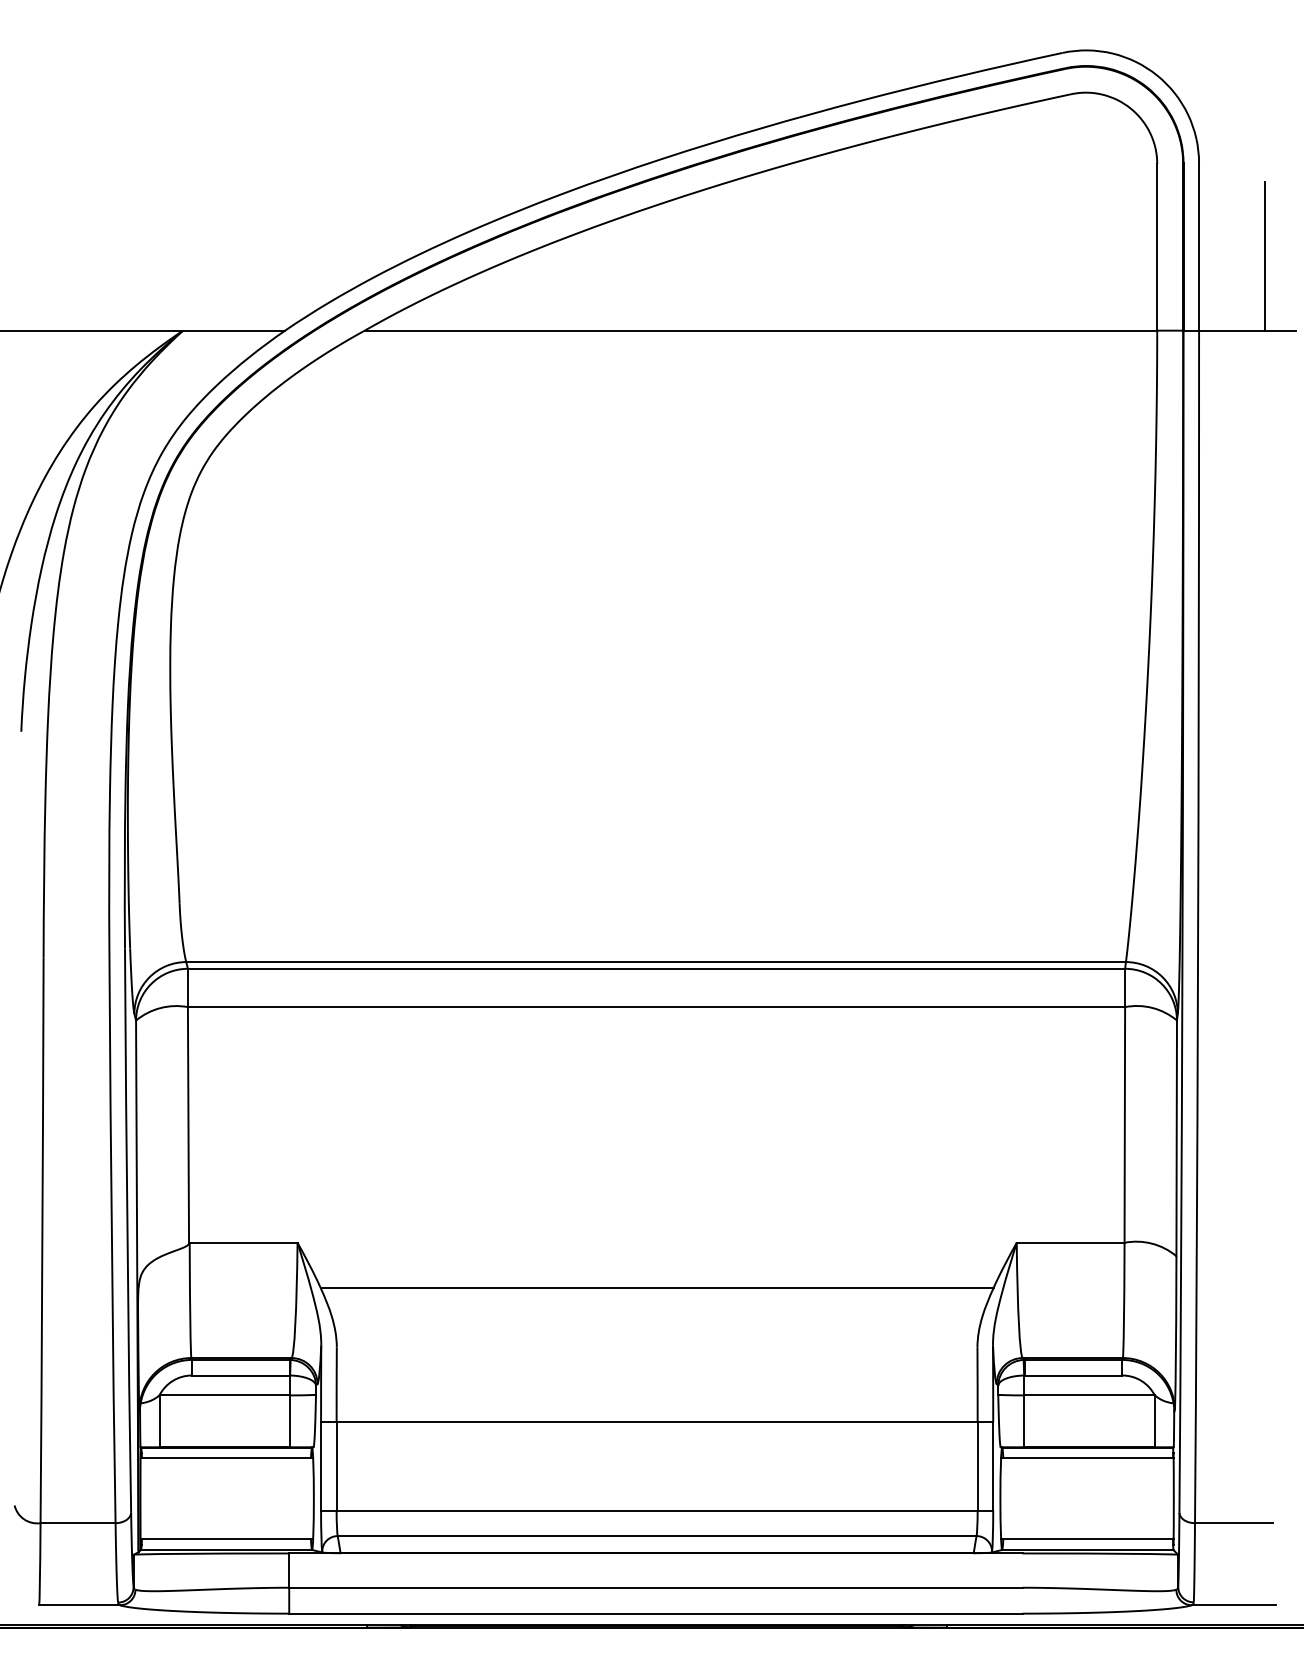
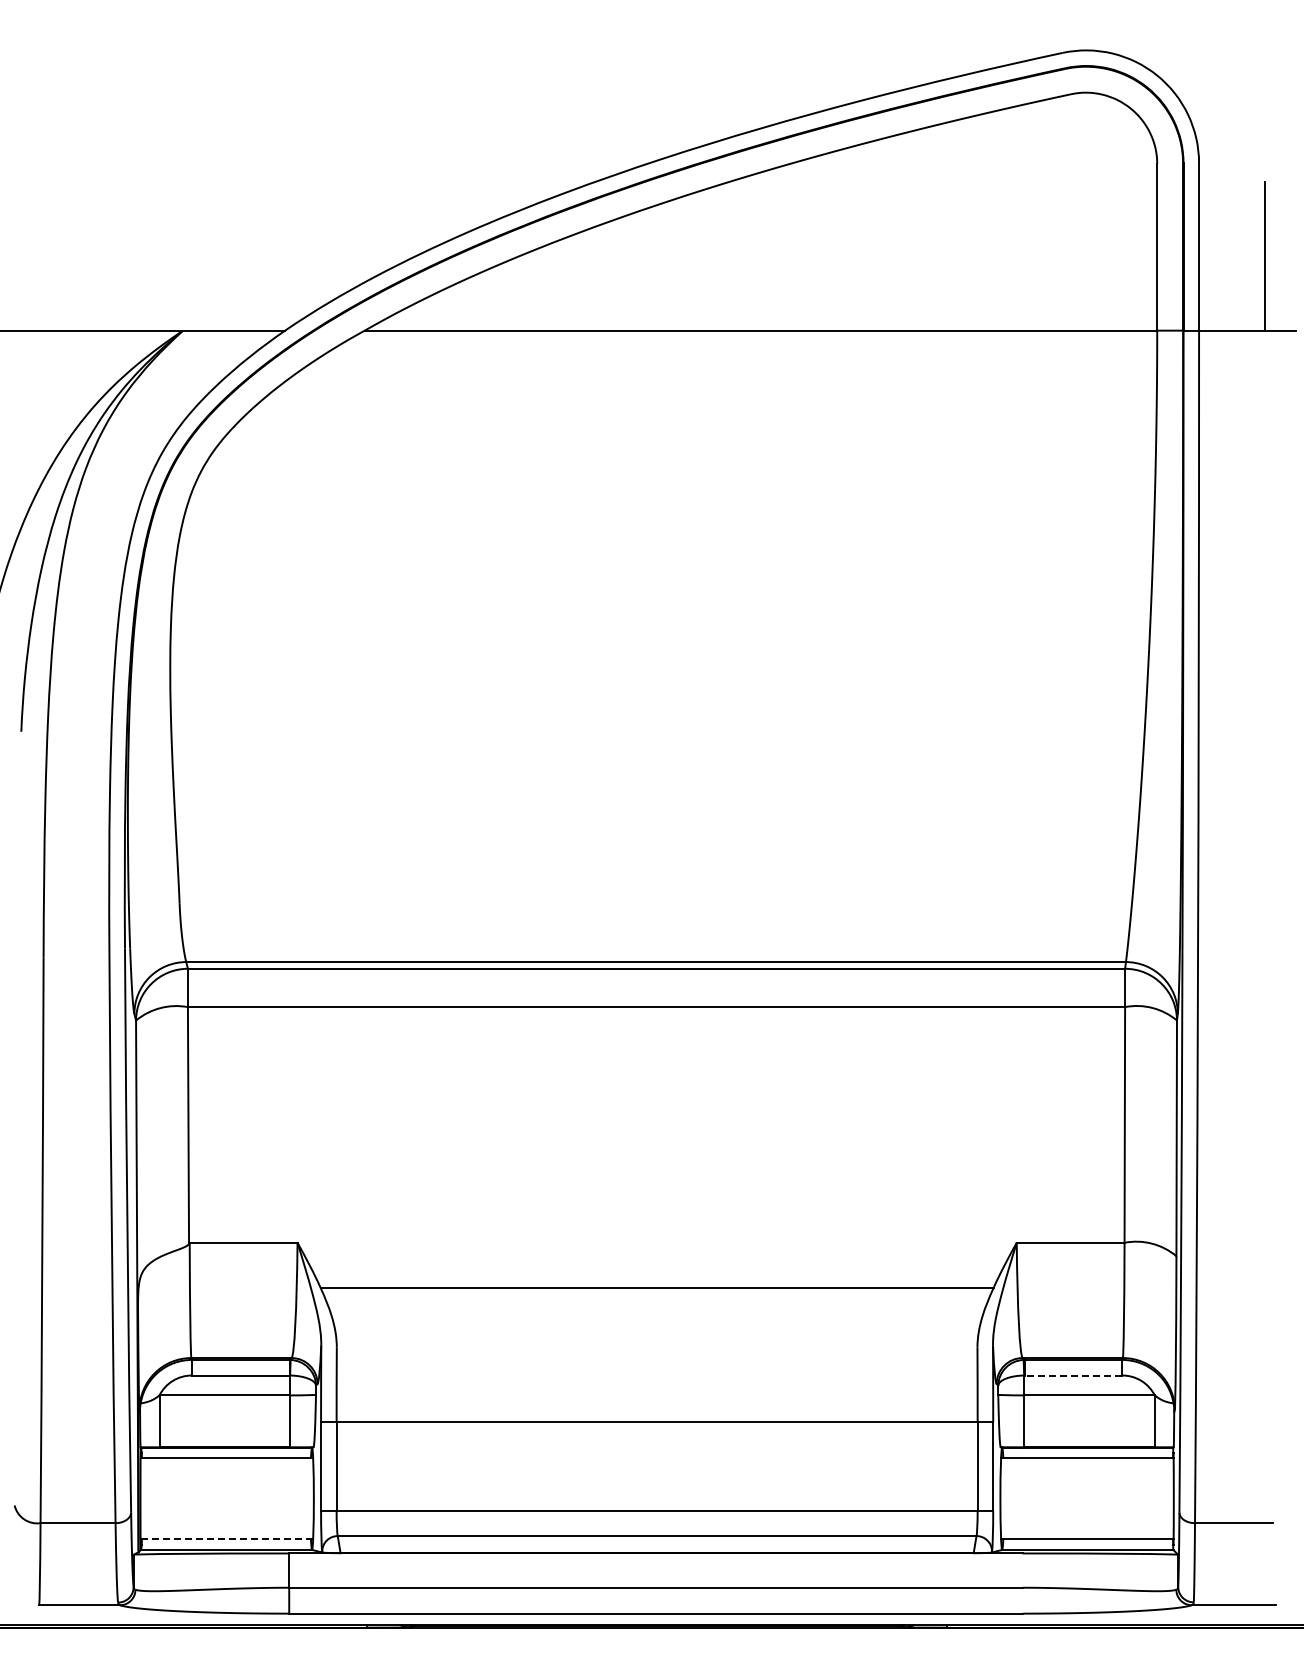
line at (1073, 1375): solid -> dashed
line at (227, 1539): solid -> dashed
